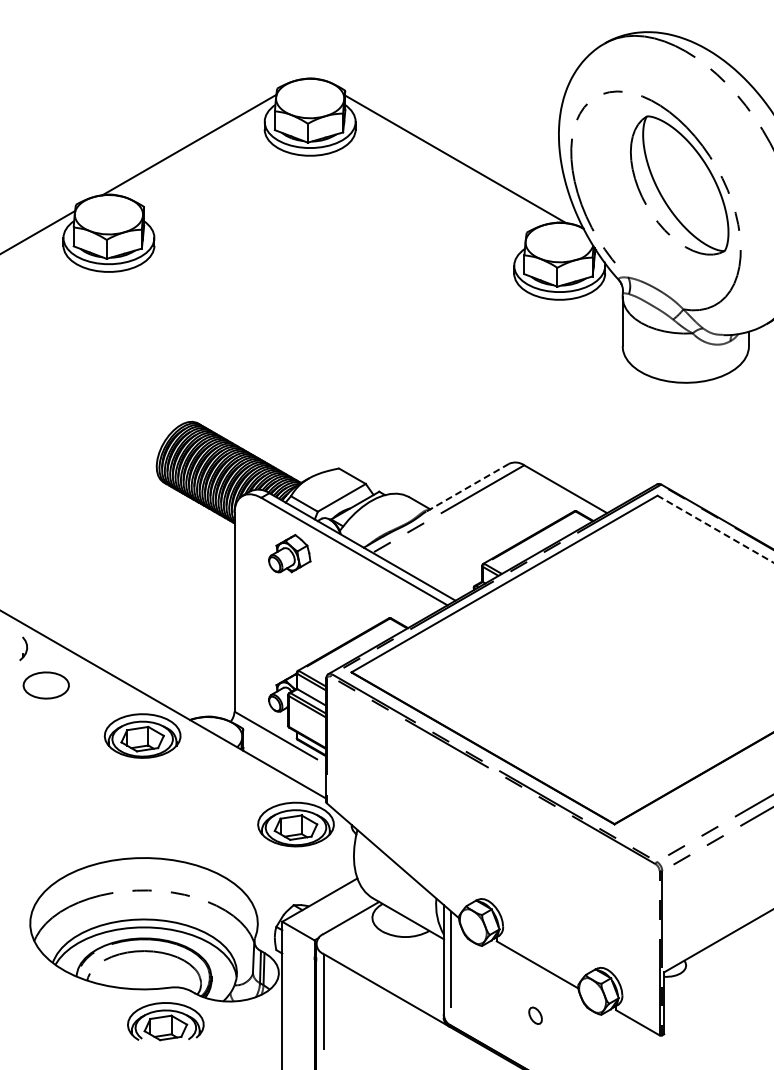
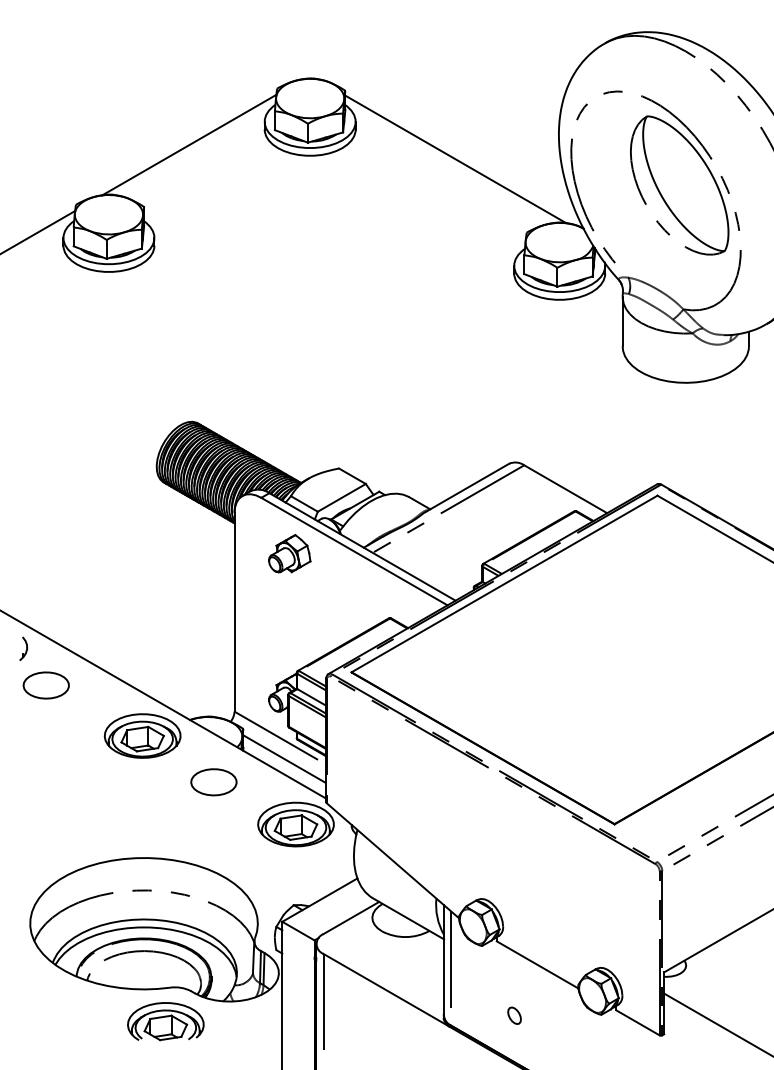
line at (467, 487): dashed -> solid
line at (715, 529): dashed -> solid
line at (284, 759): none -> present
part at (213, 782): none -> present
part at (535, 1015) position: (535, 1015) -> (514, 1015)
line at (717, 1023): none -> present
